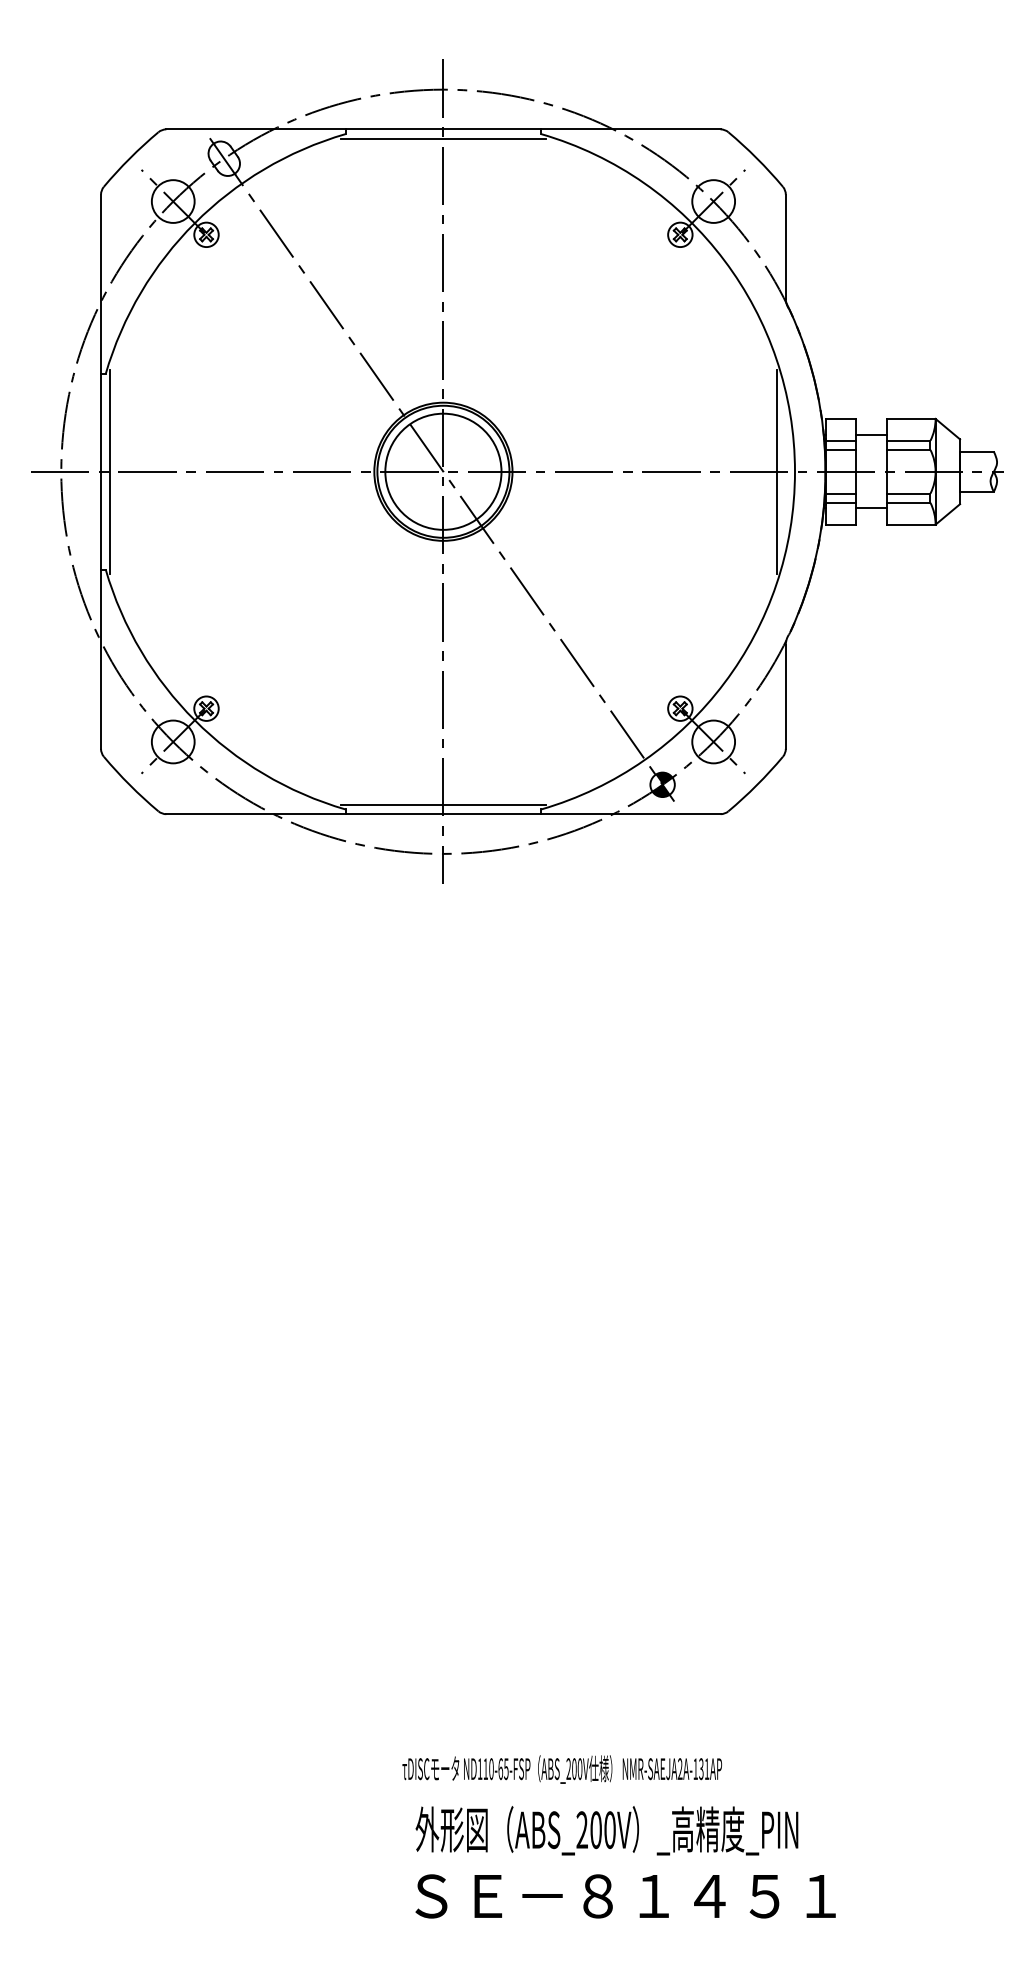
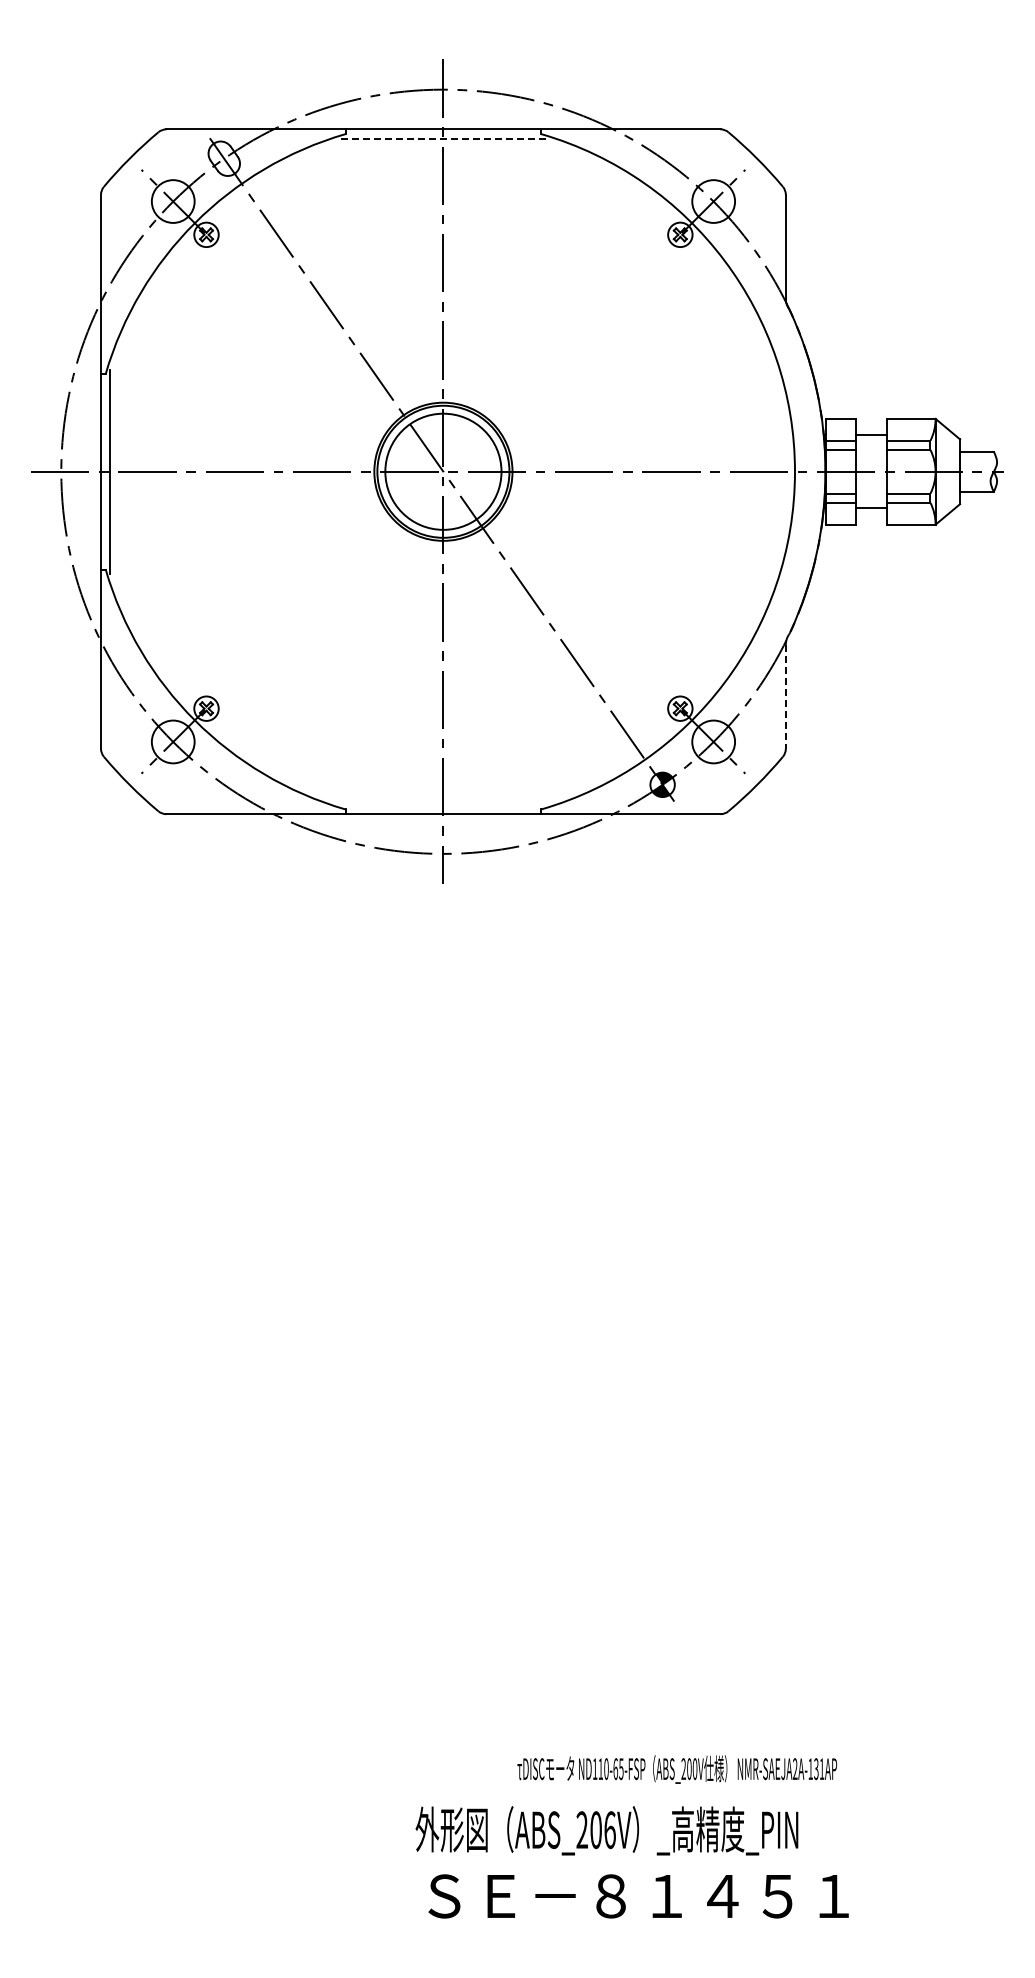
line at (443, 138): solid -> dashed
line at (776, 471): present -> none
line at (785, 697): solid -> dashed
line at (443, 805): present -> none
text at (561, 1769) position: (561, 1769) -> (676, 1769)
text at (609, 1829): ABS_200V -> ABS_206V
text at (625, 1896) position: (625, 1896) -> (638, 1896)
